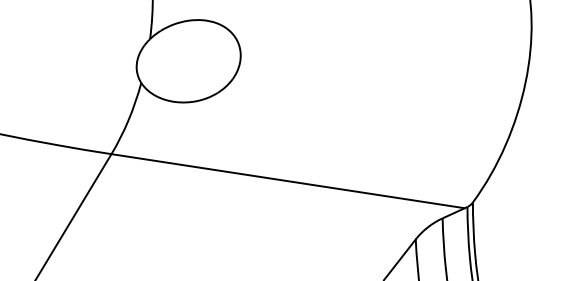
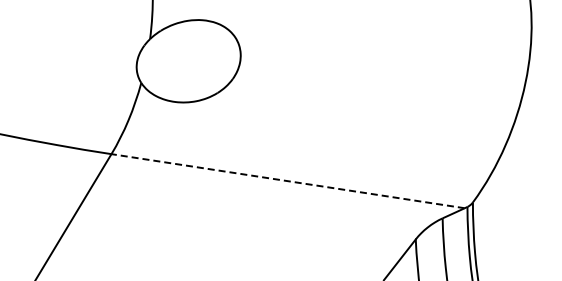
line at (288, 181): solid -> dashed
